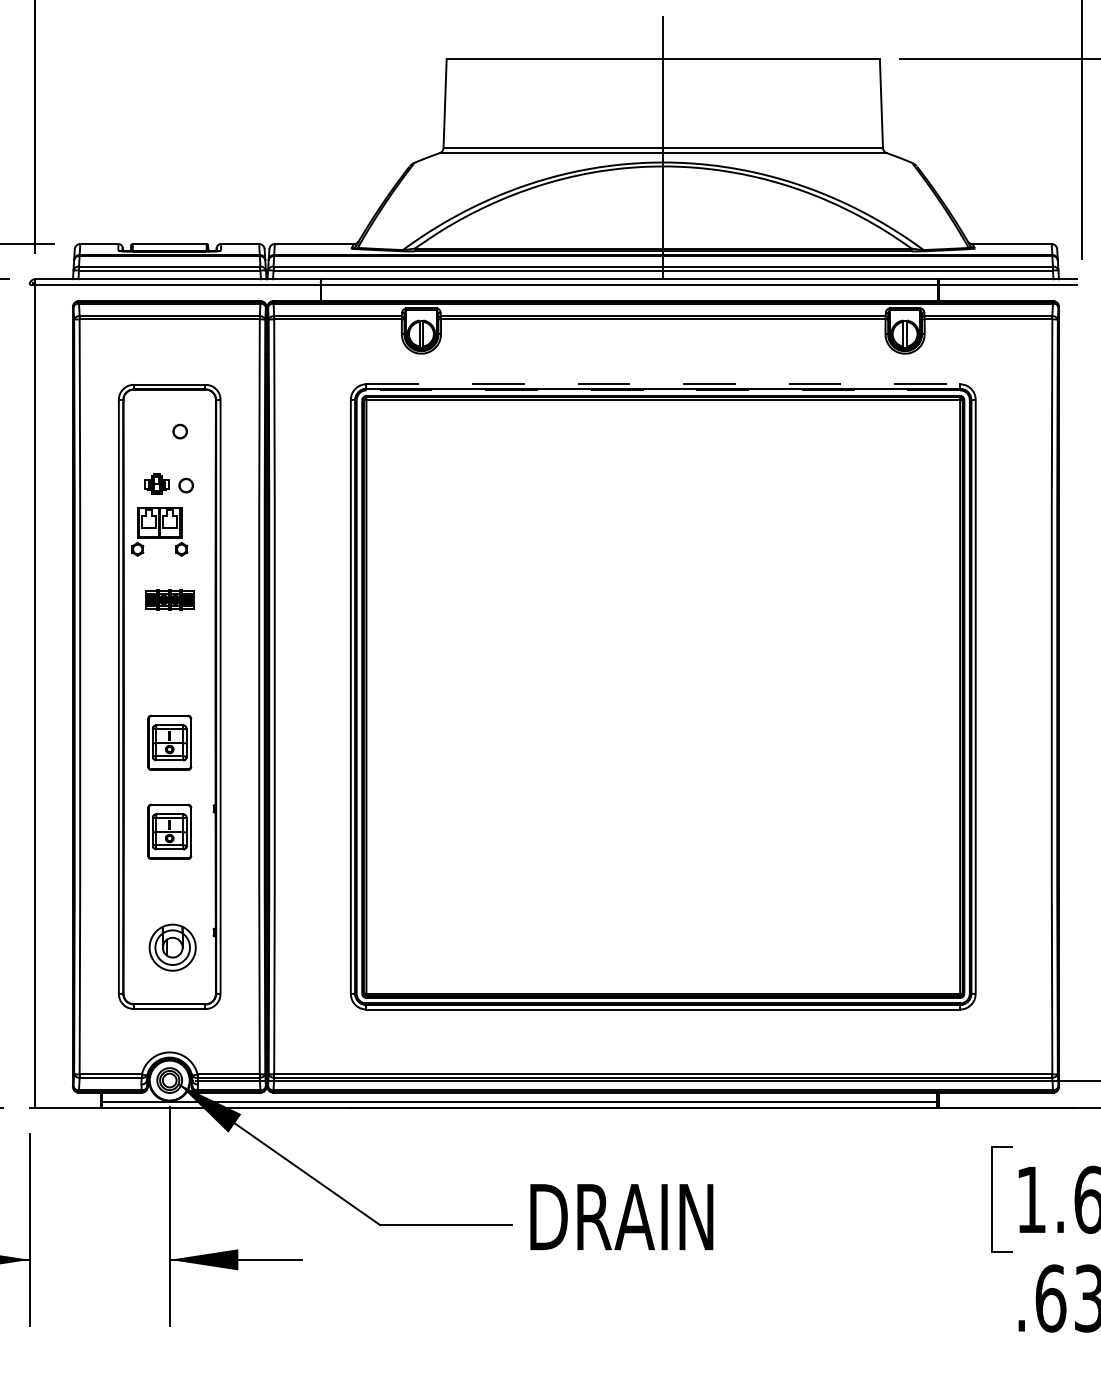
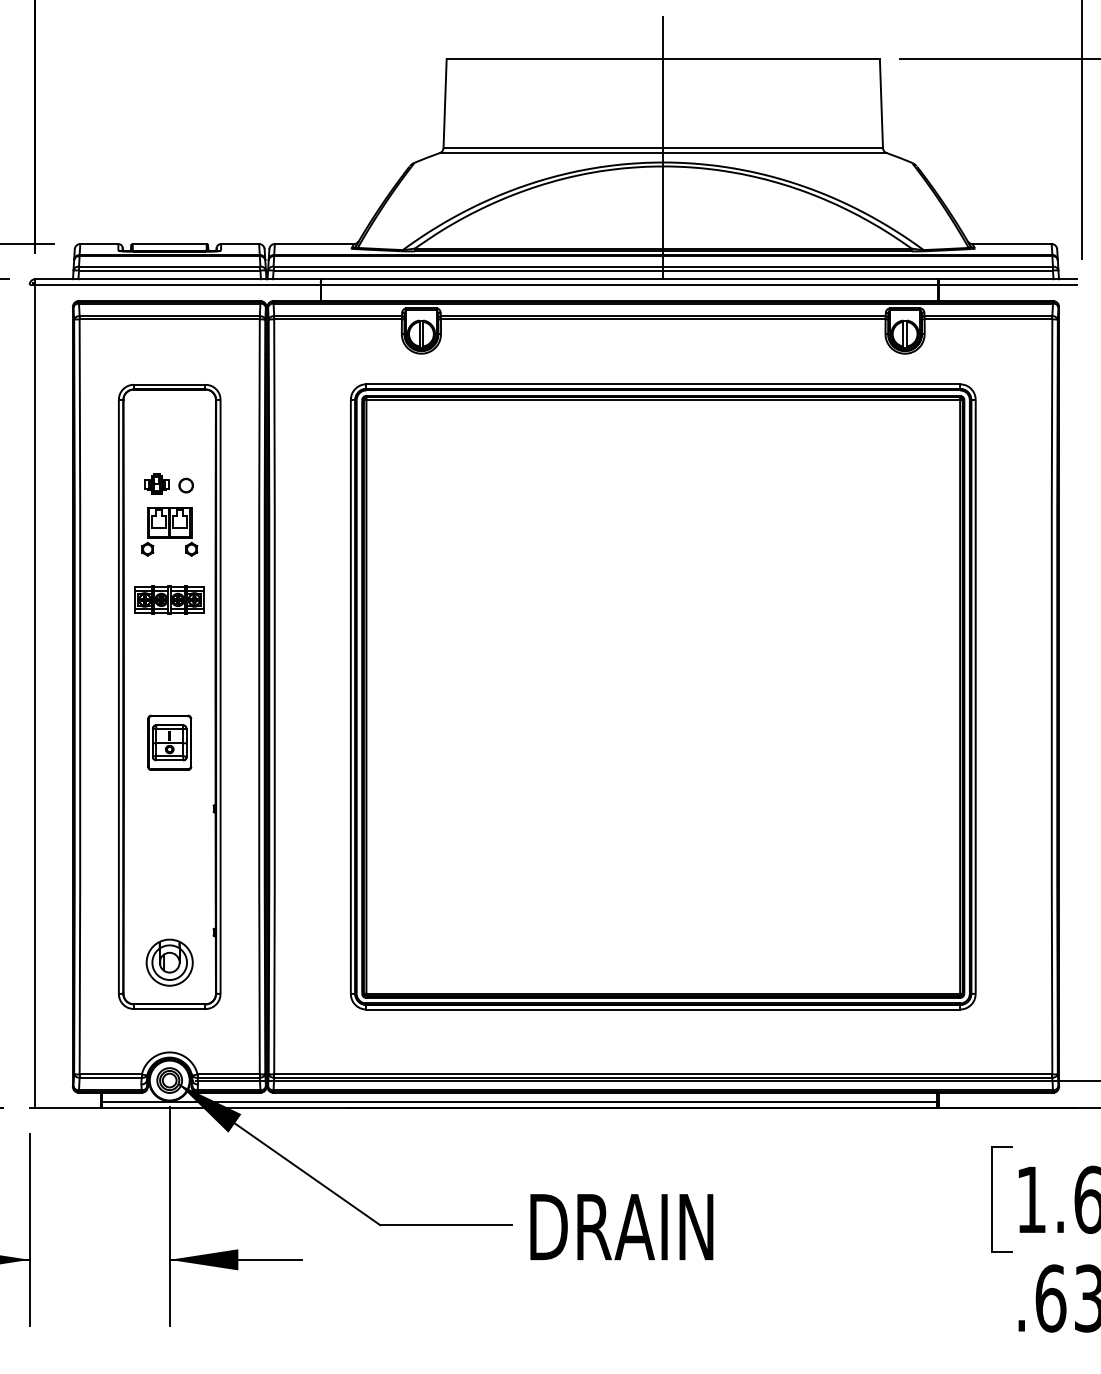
line at (663, 384): dashed -> solid
line at (663, 390): dashed -> solid
part at (179, 431): present -> none
part at (159, 531) position: (159, 531) -> (169, 531)
part at (169, 599) size: 50x22 px -> 71x30 px
part at (169, 831): present -> none
part at (172, 947) position: (172, 947) -> (169, 962)
text at (621, 1217) position: (621, 1217) -> (621, 1227)
